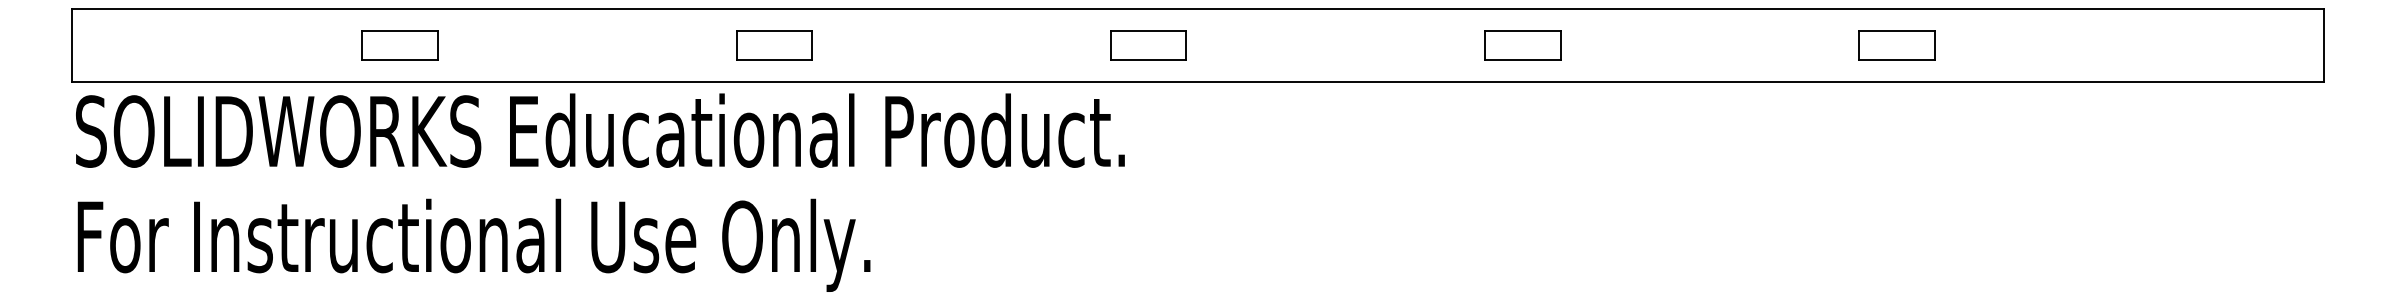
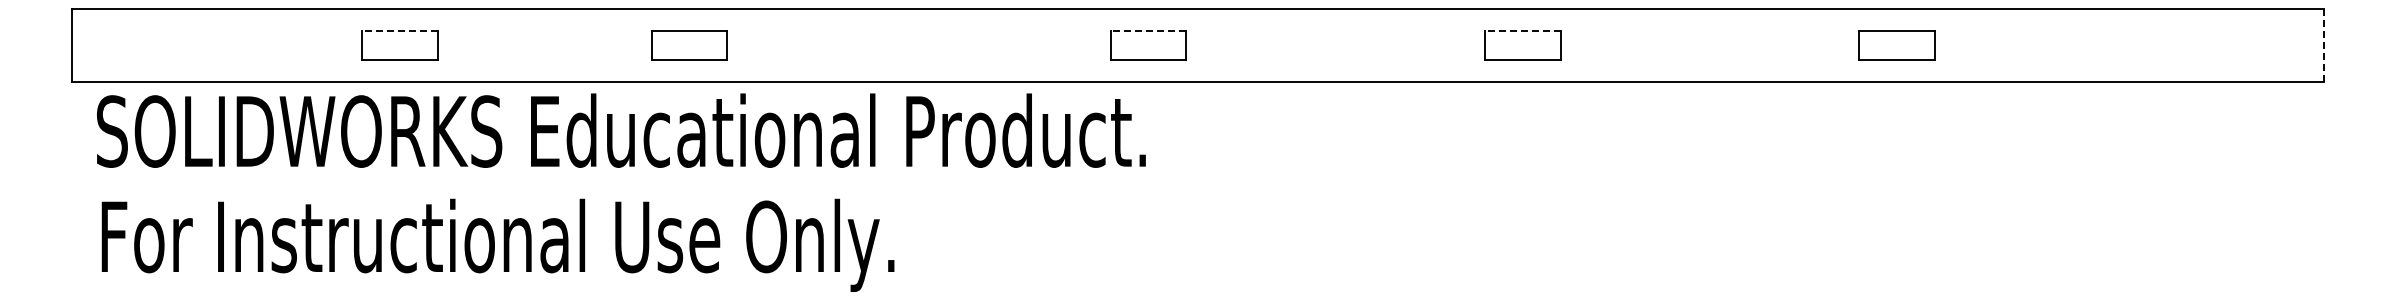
line at (400, 30): solid -> dashed
line at (1148, 30): solid -> dashed
line at (1522, 30): solid -> dashed
line at (2324, 44): solid -> dashed
part at (774, 45) position: (774, 45) -> (689, 45)
text at (600, 130) position: (600, 130) -> (621, 130)
text at (473, 244) position: (473, 244) -> (497, 244)
